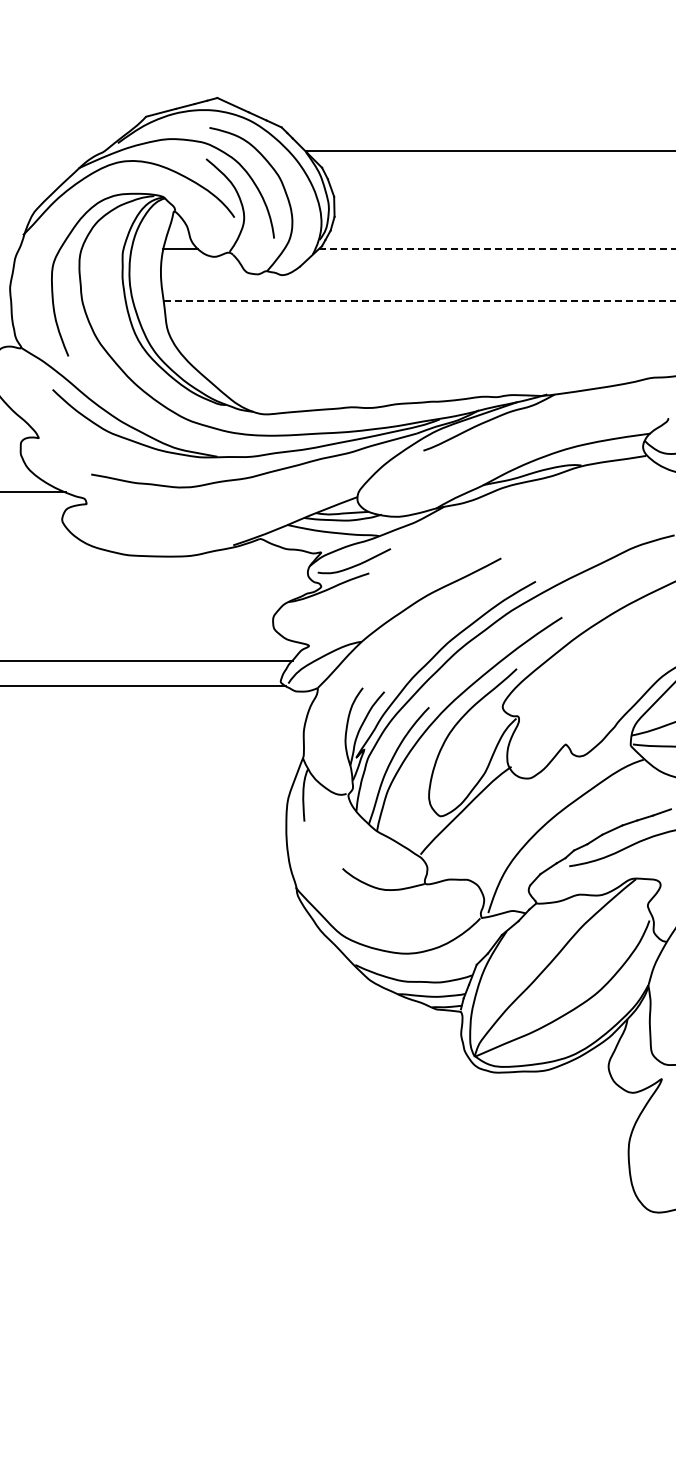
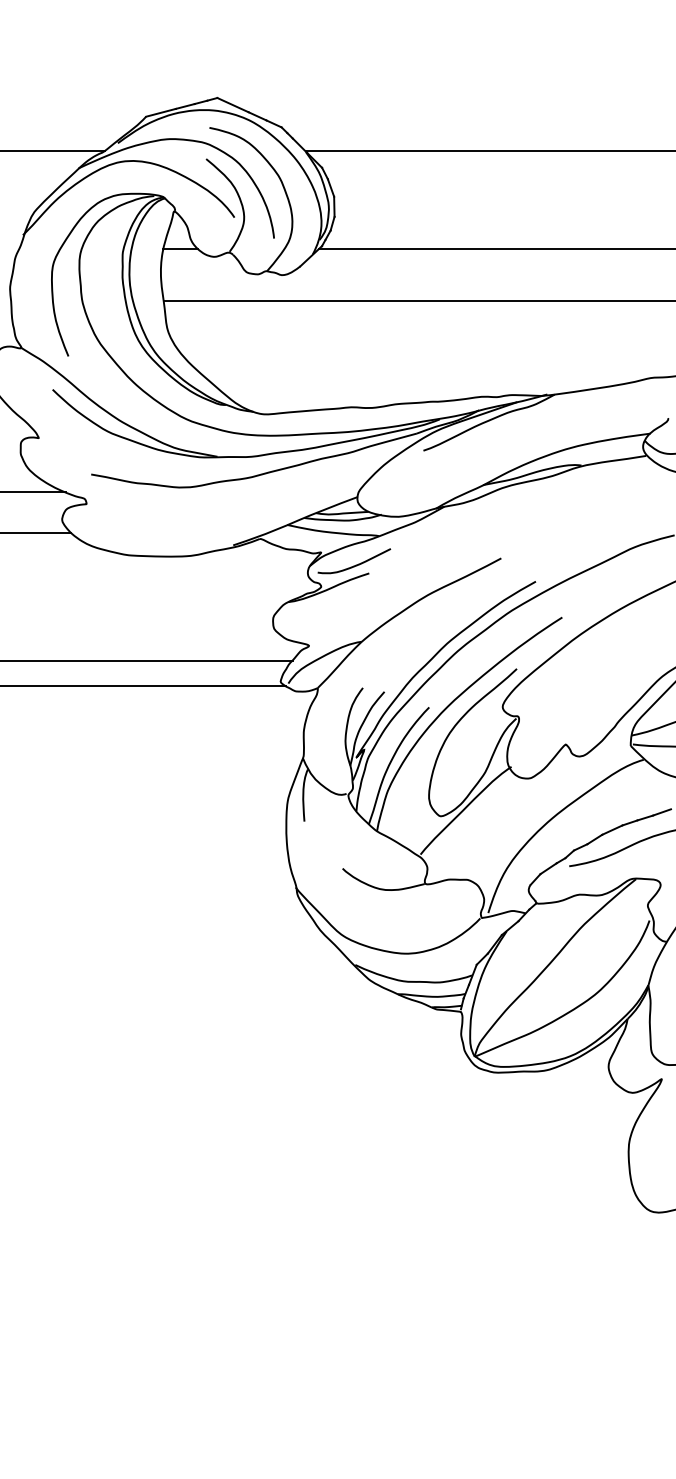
line at (53, 151): none -> present
line at (497, 249): dashed -> solid
line at (419, 301): dashed -> solid
line at (36, 533): none -> present
